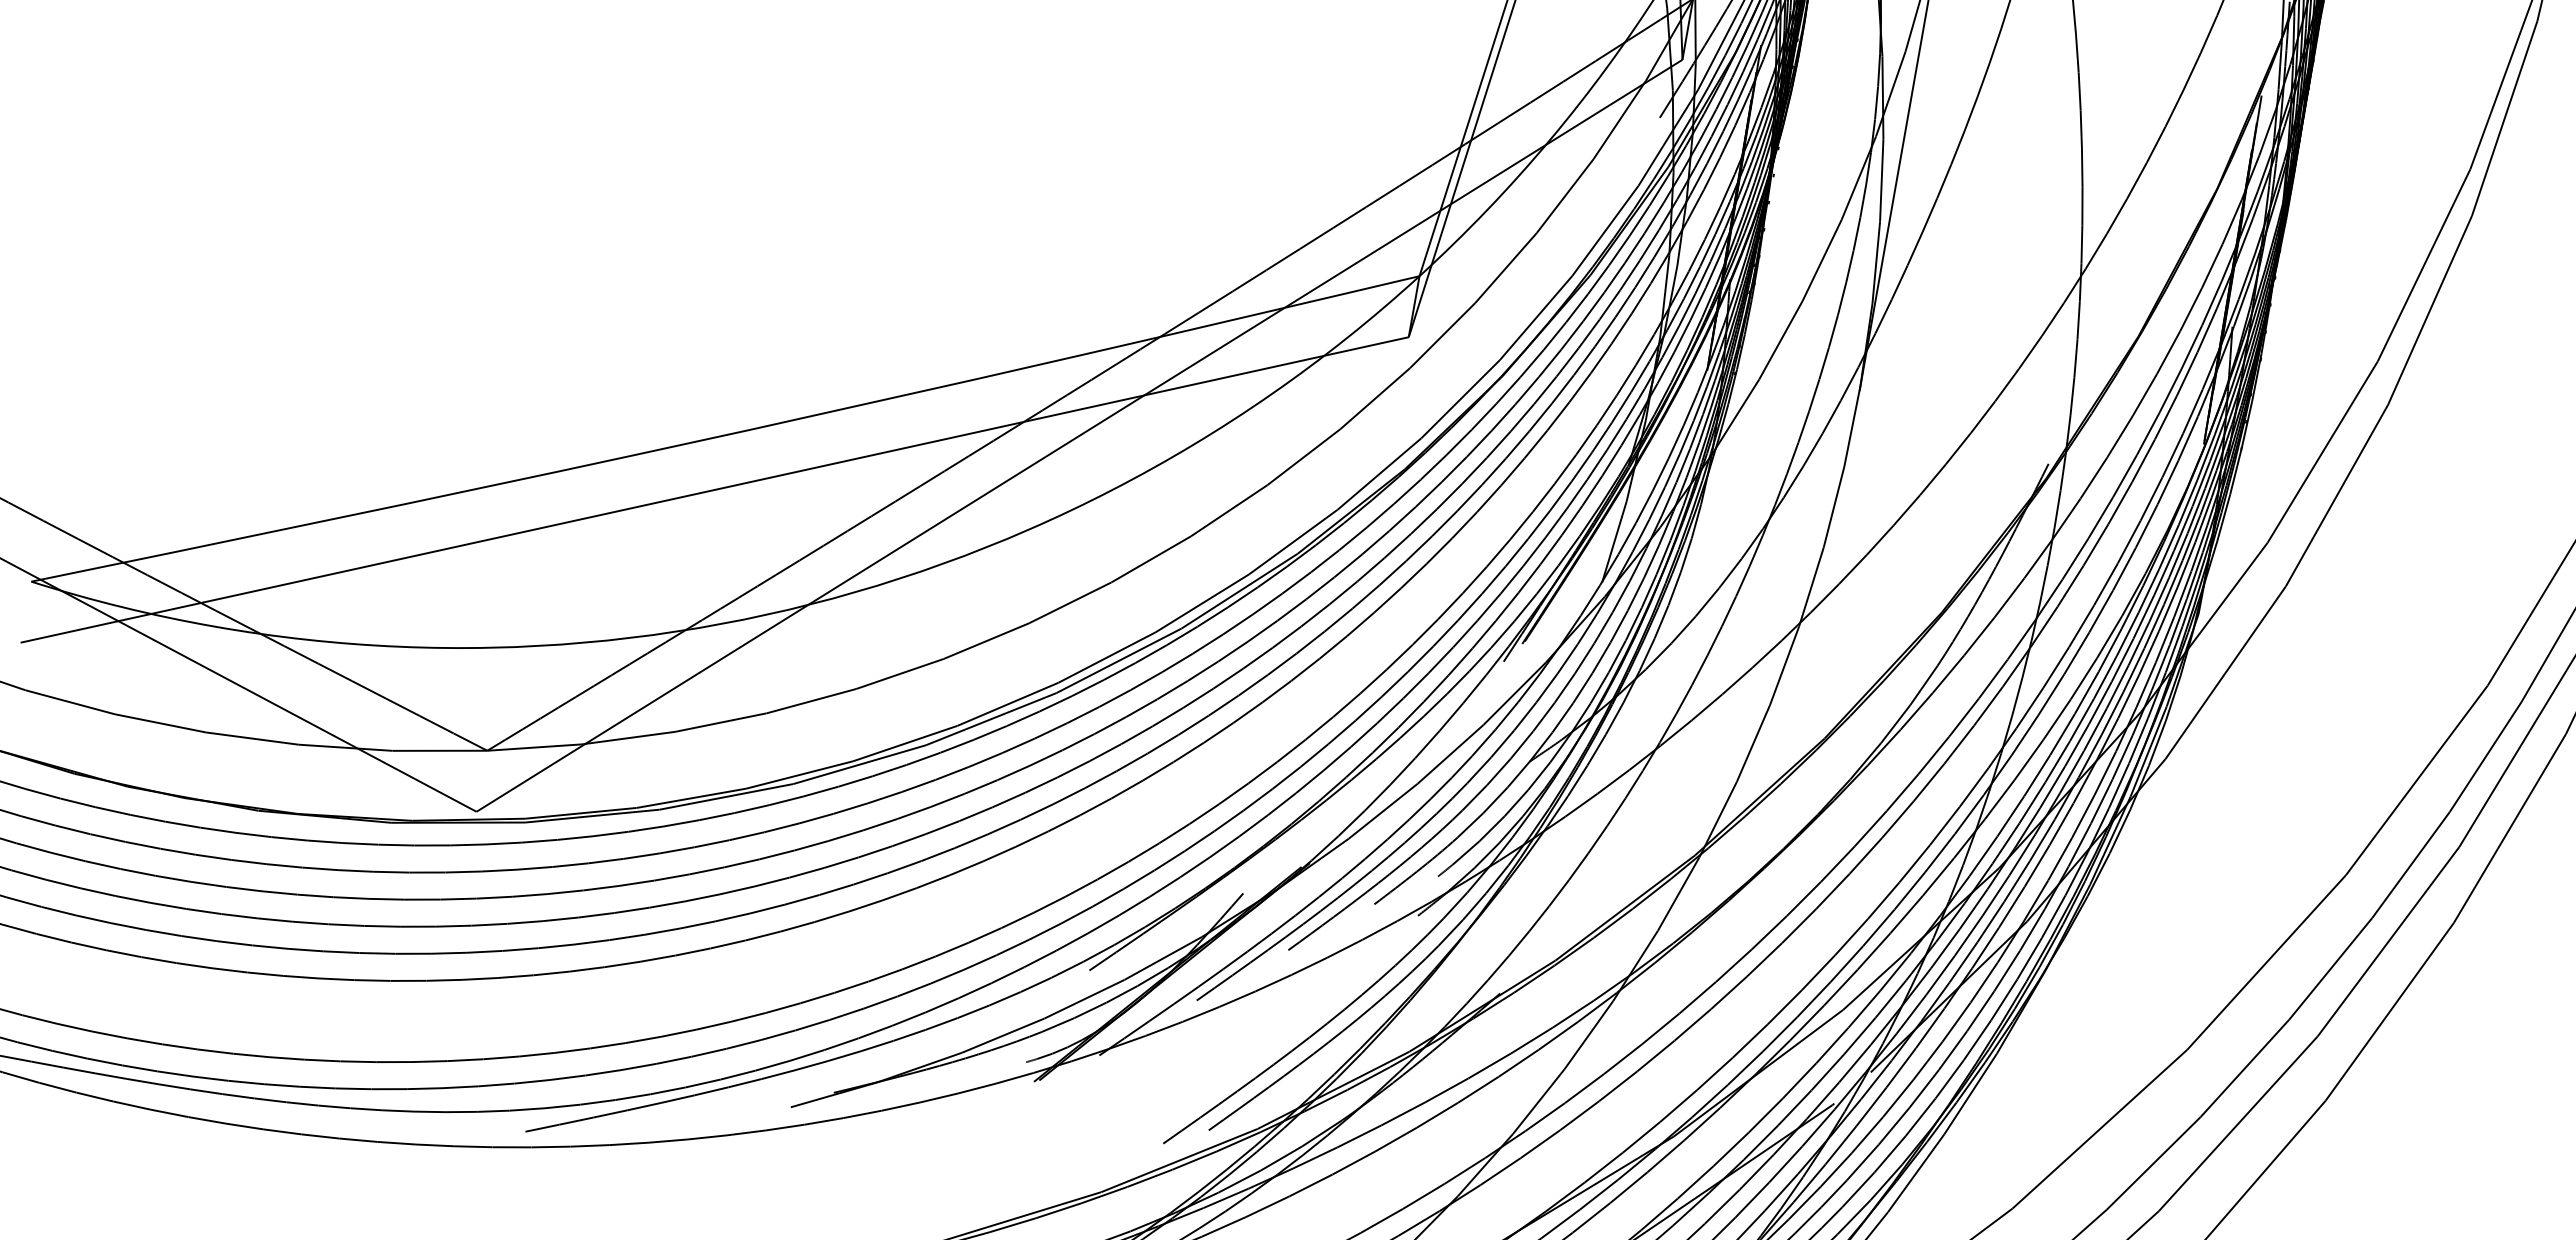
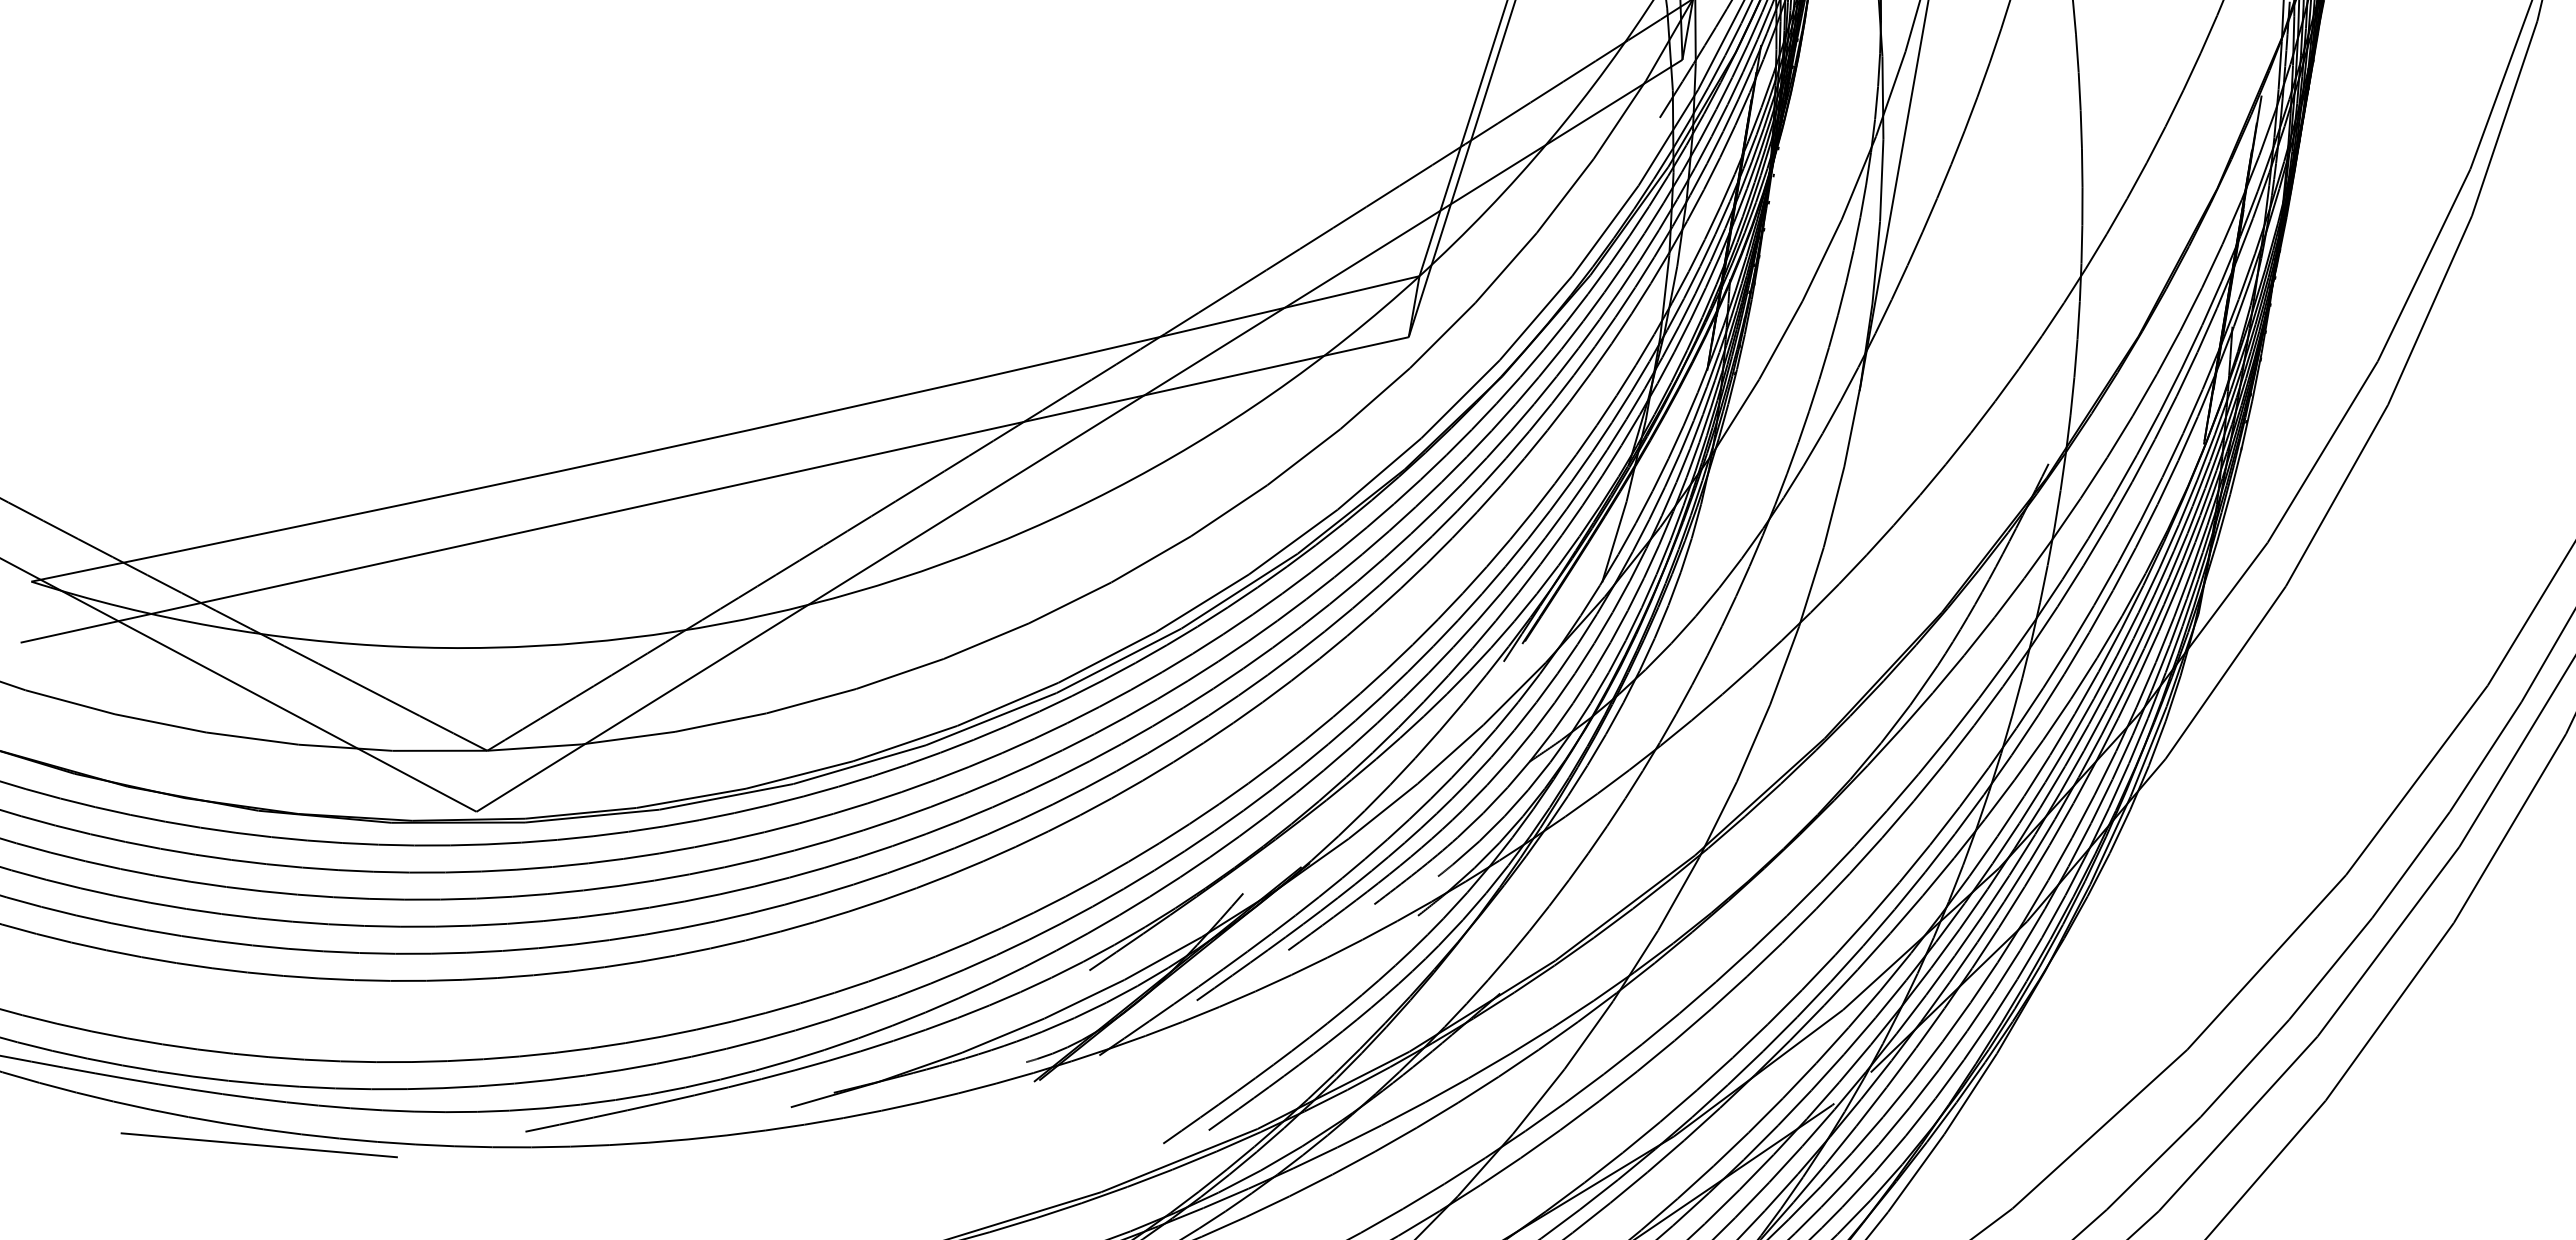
line at (258, 1145): none -> present
